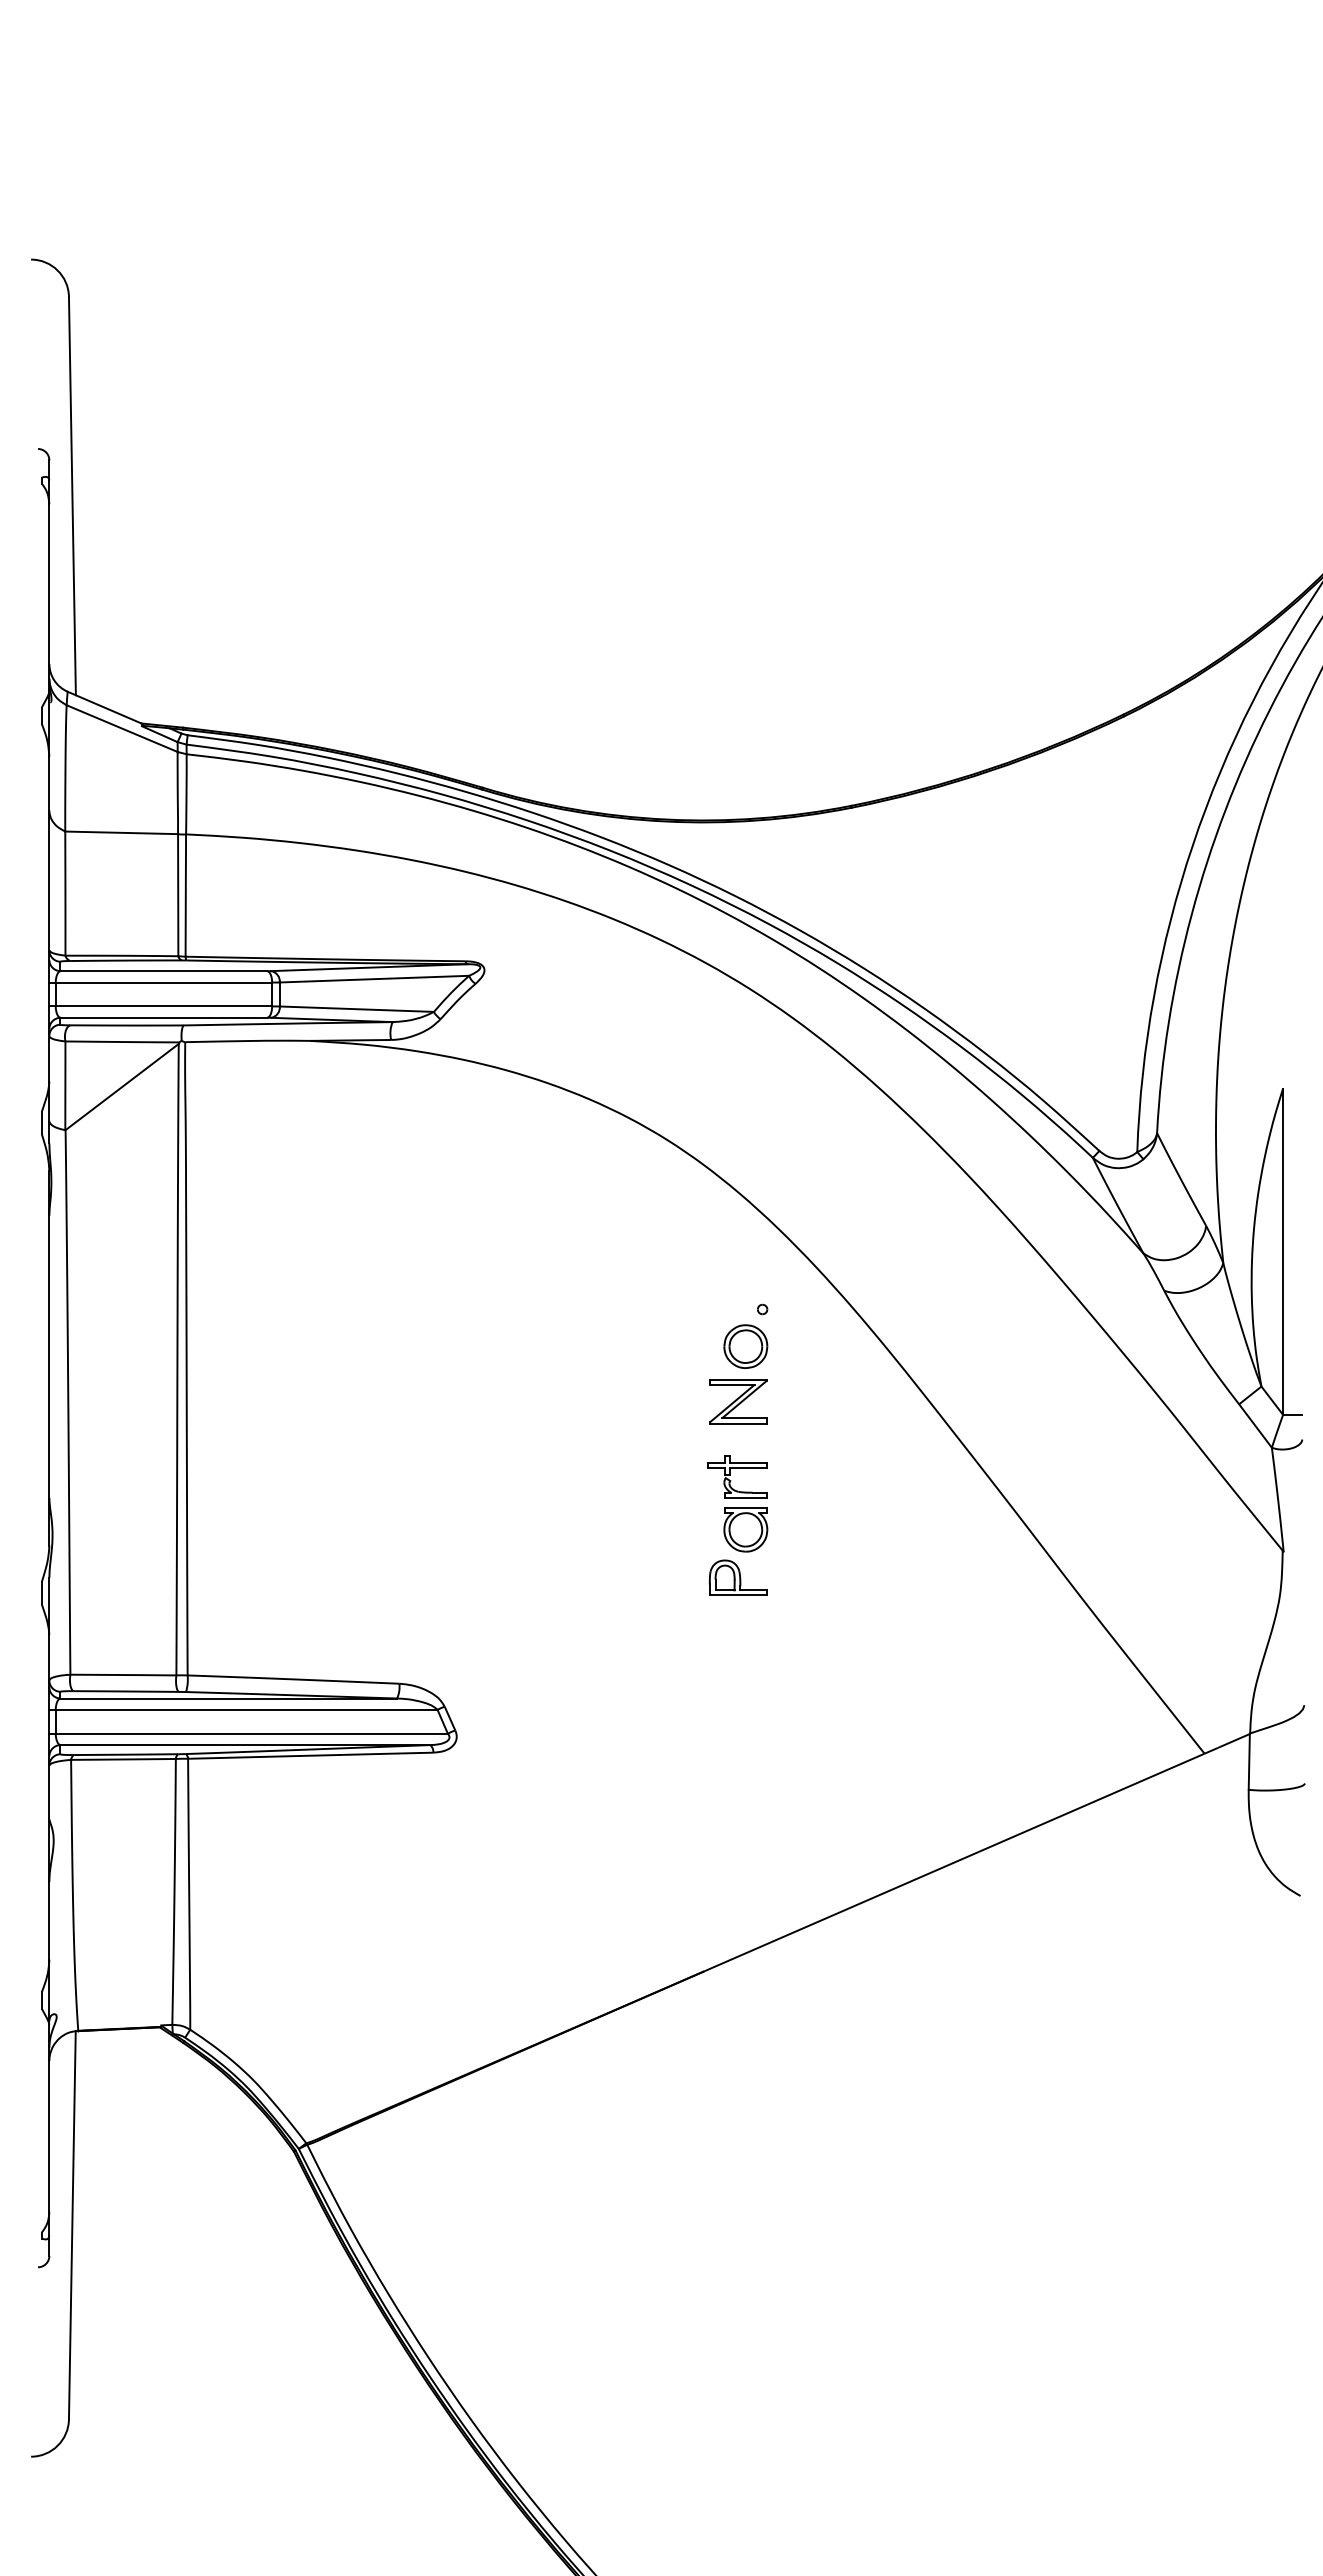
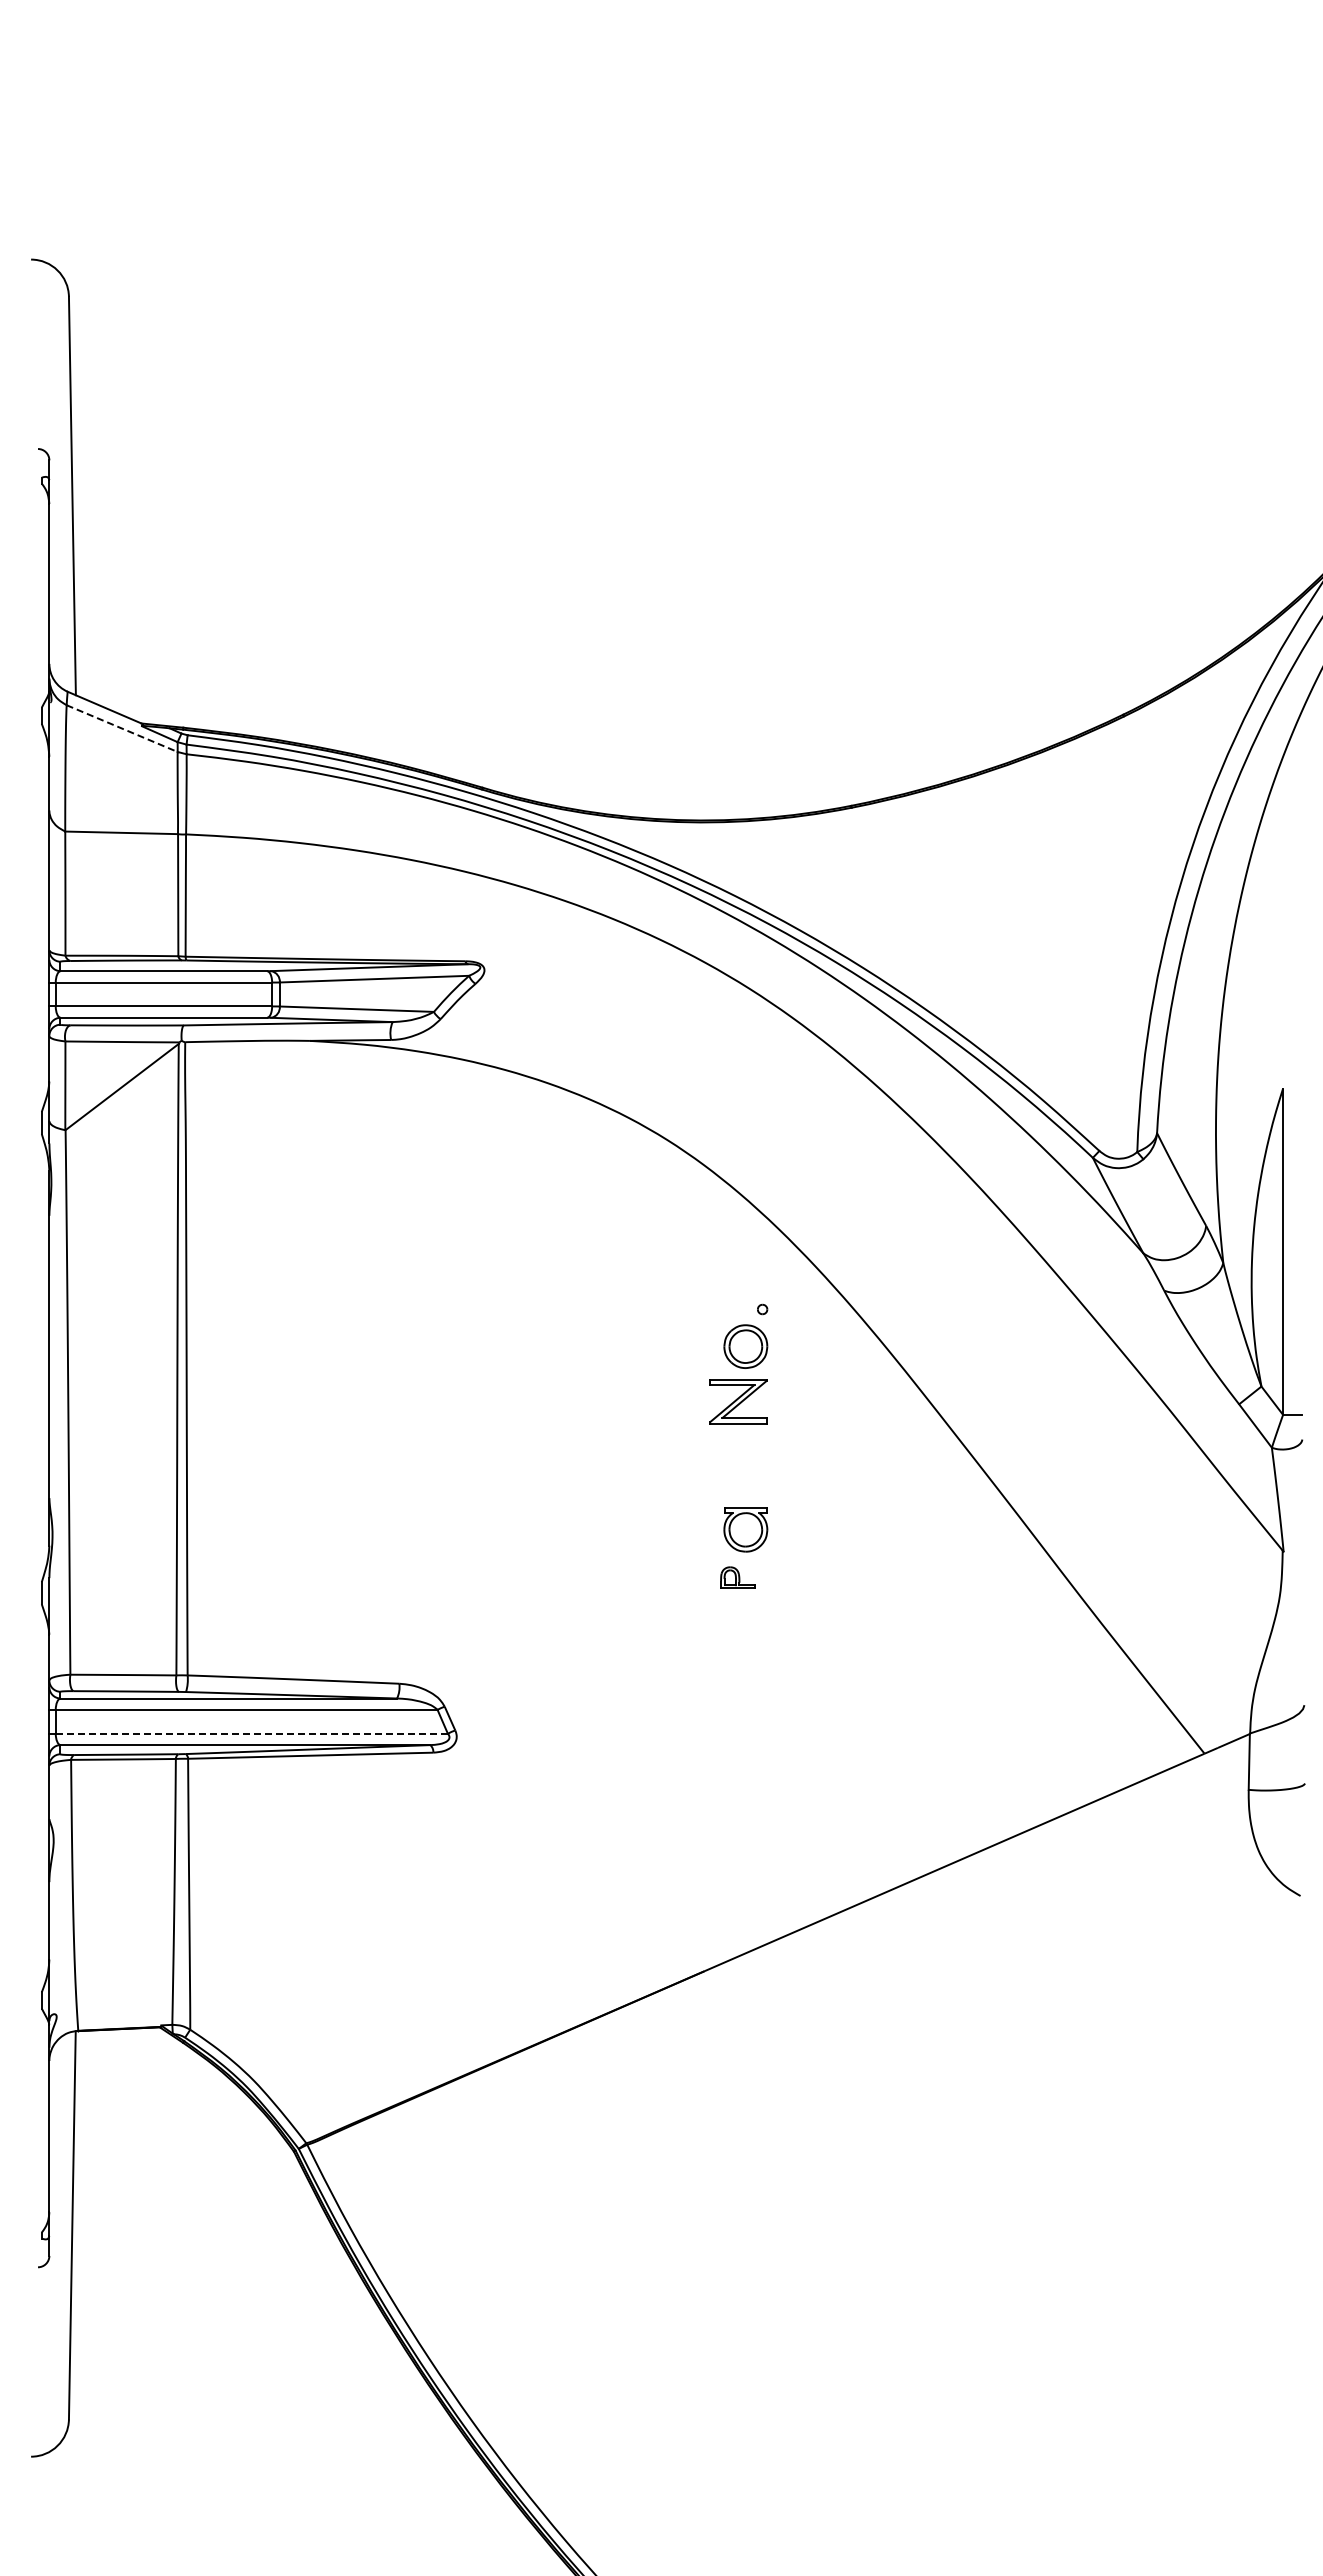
line at (122, 728): solid -> dashed
part at (730, 1475): present -> none
part at (737, 1577) size: 60x37 px -> 36x23 px
line at (252, 1733): solid -> dashed
